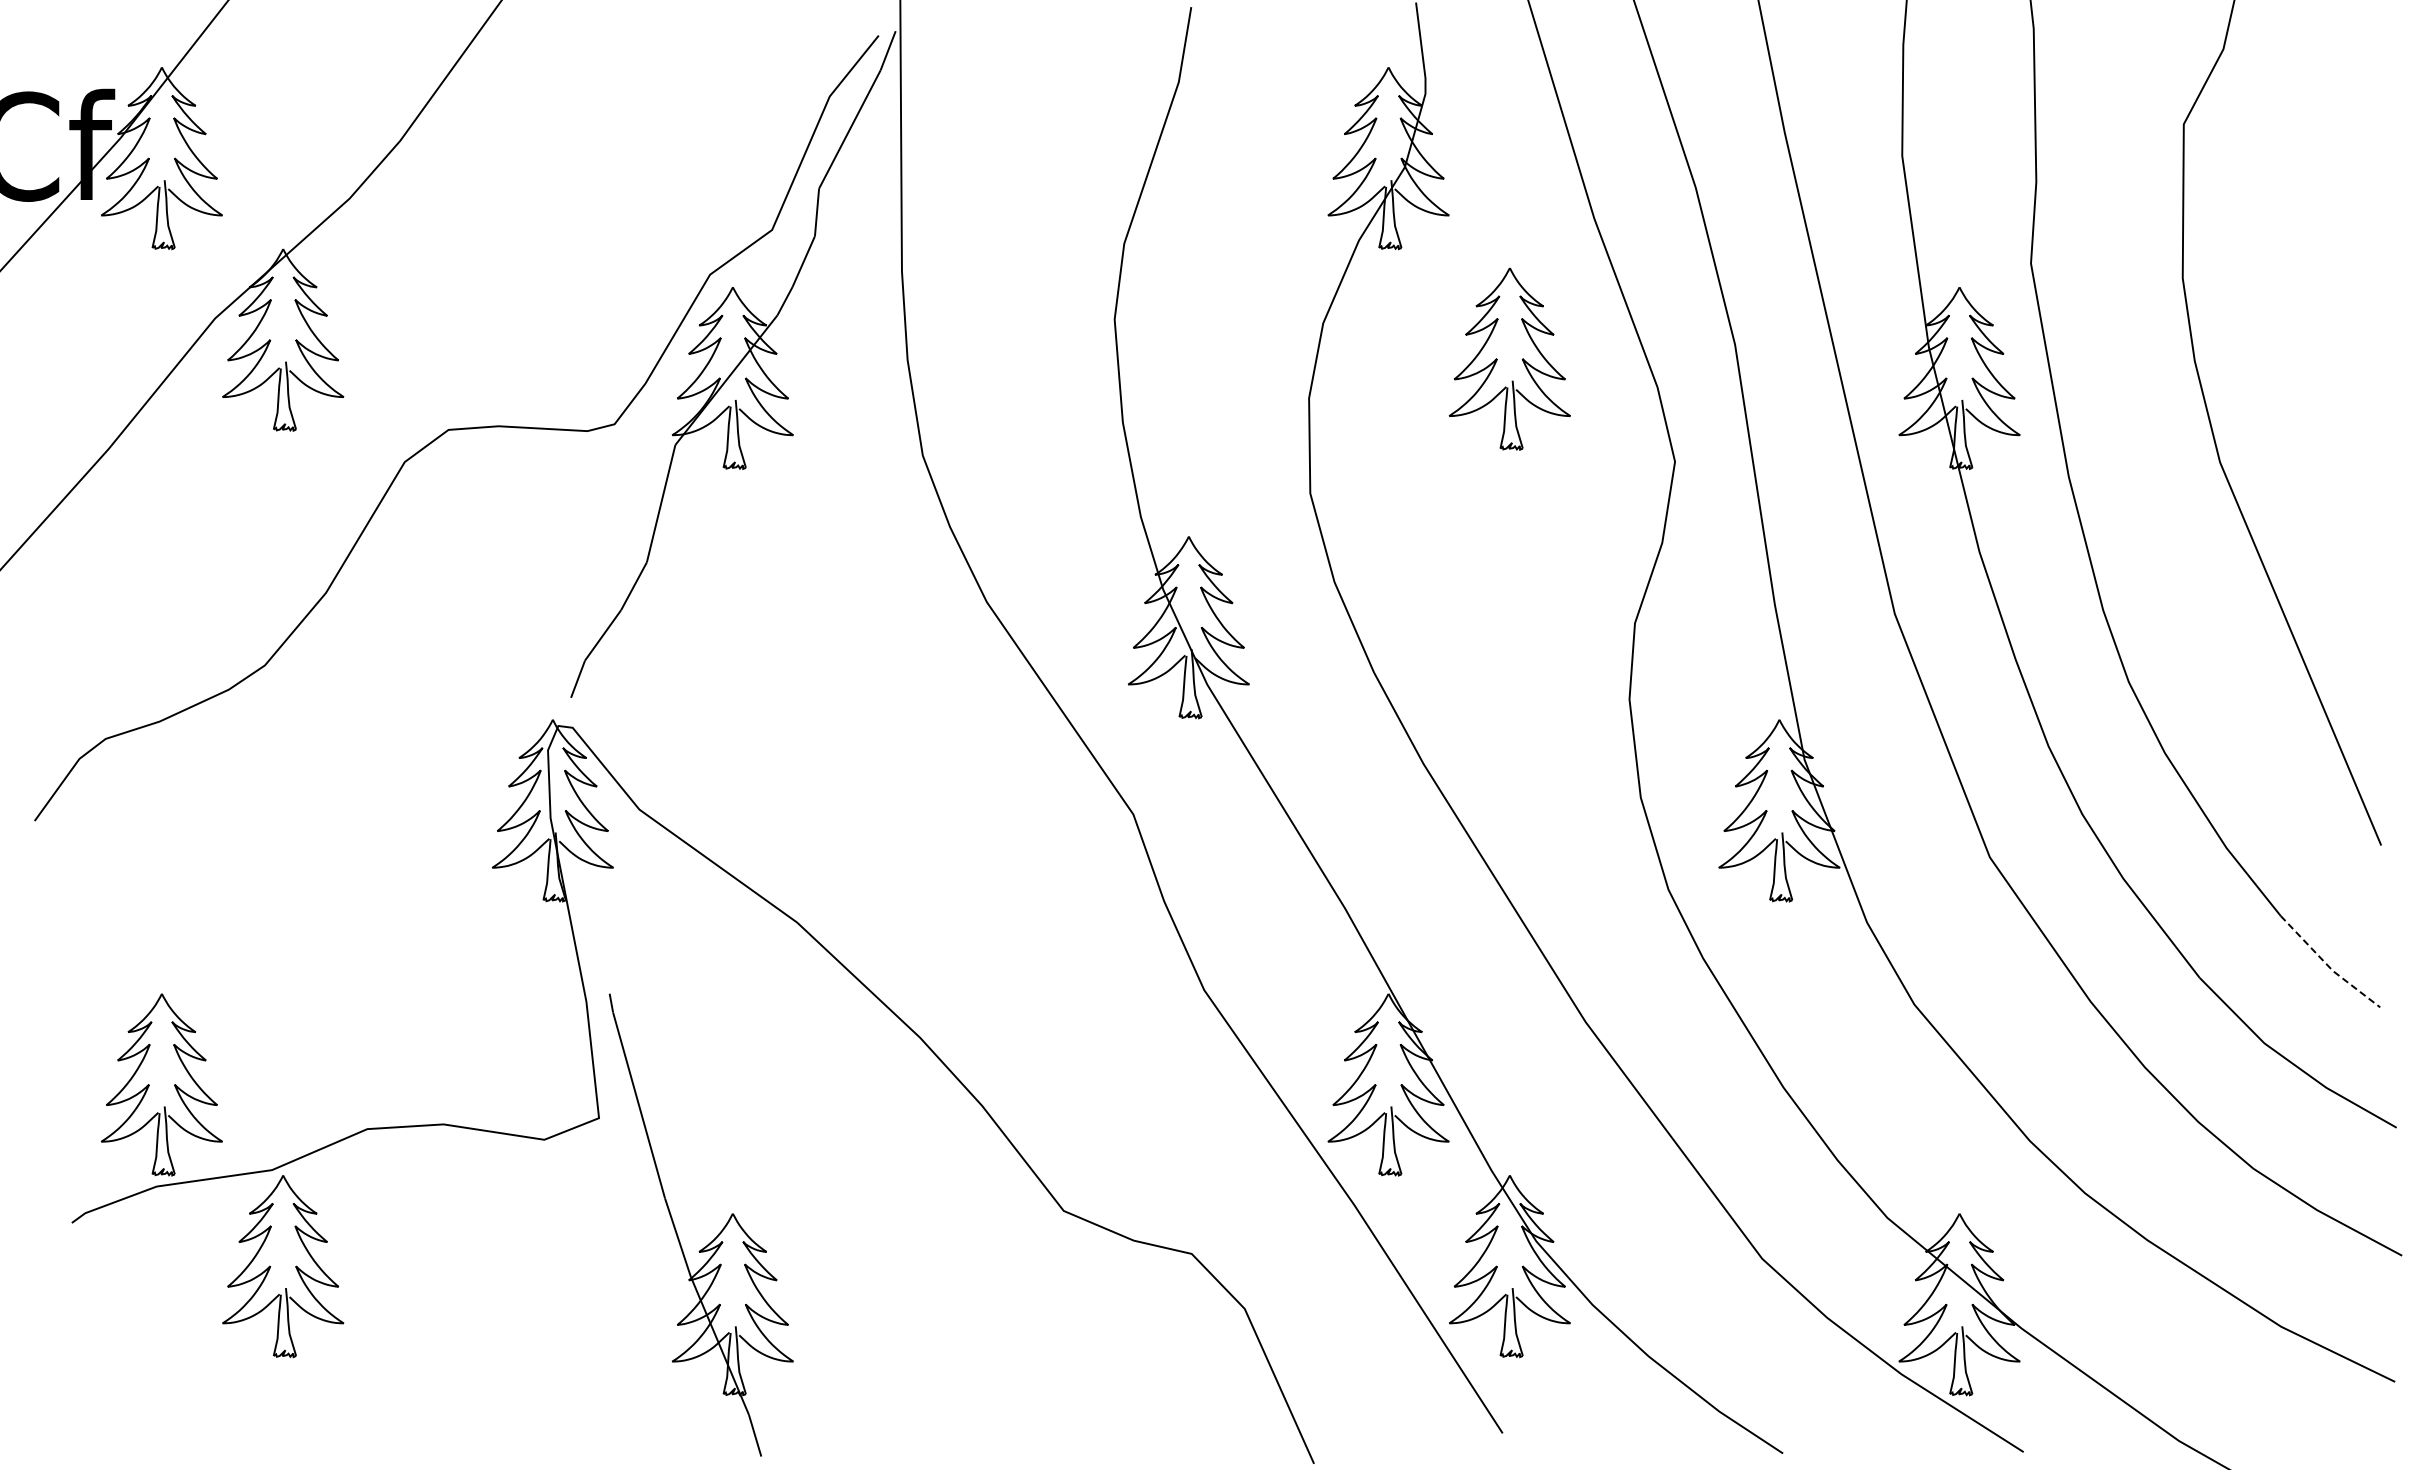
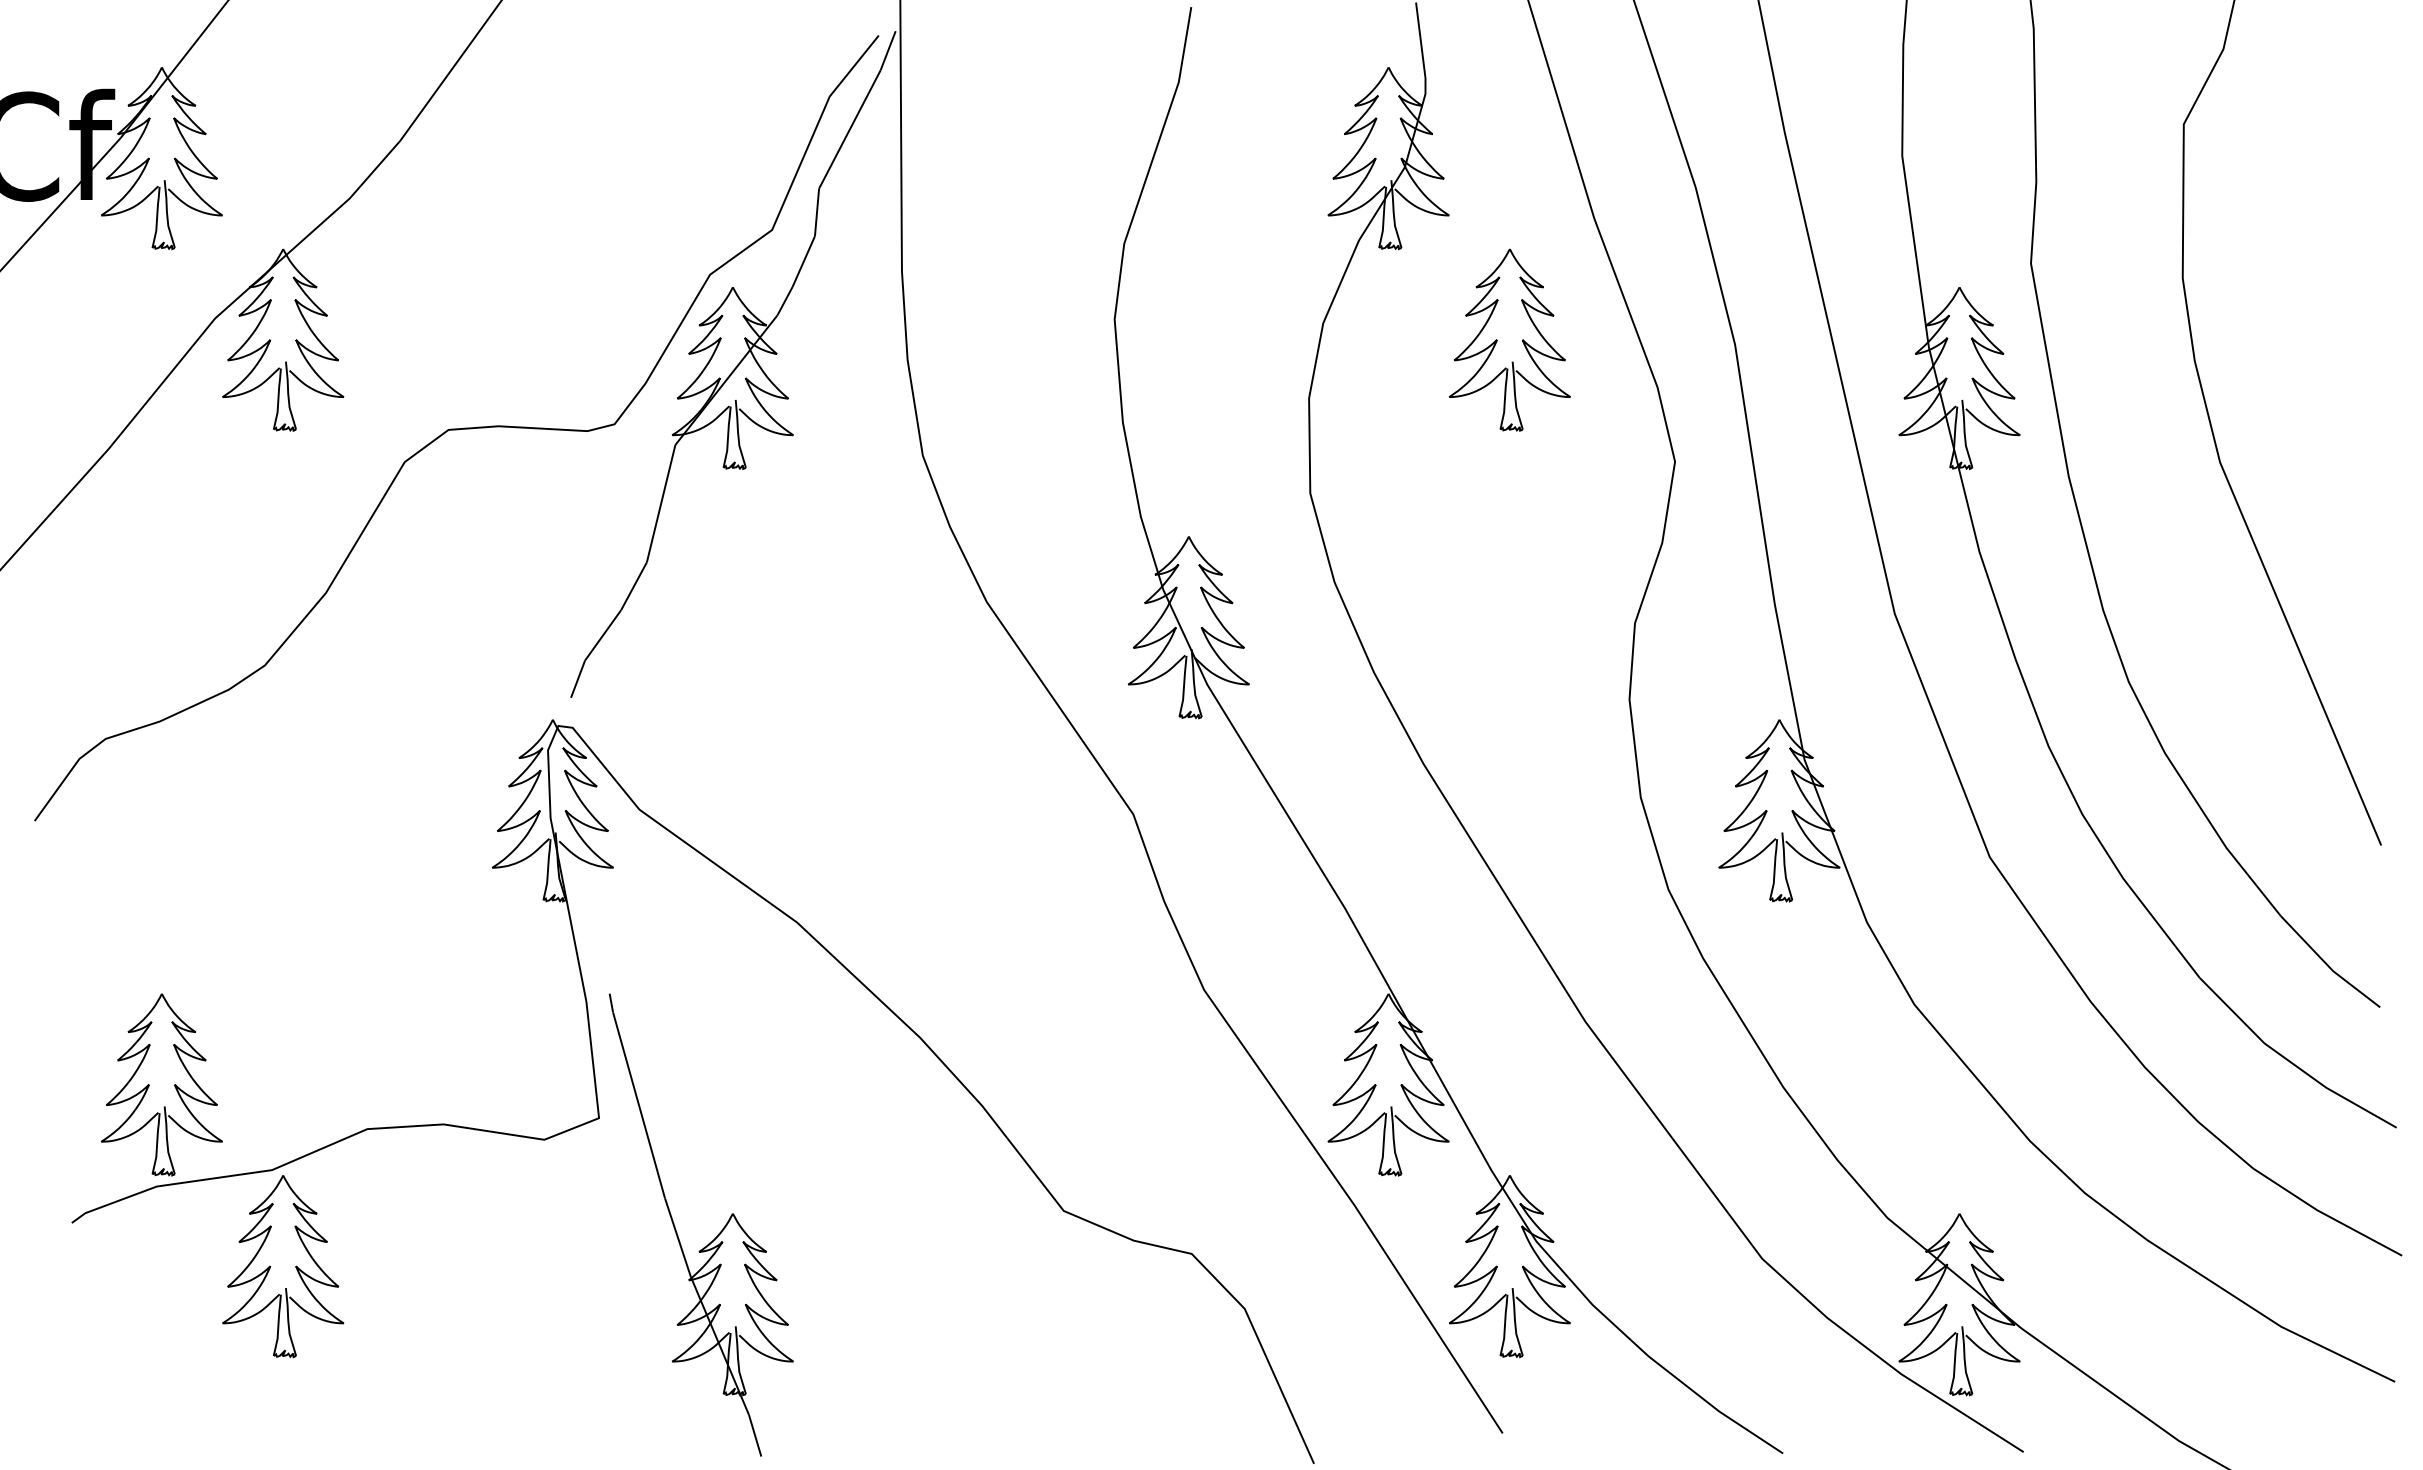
part at (1509, 358) position: (1509, 358) -> (1509, 339)
line at (2327, 965): dashed -> solid
